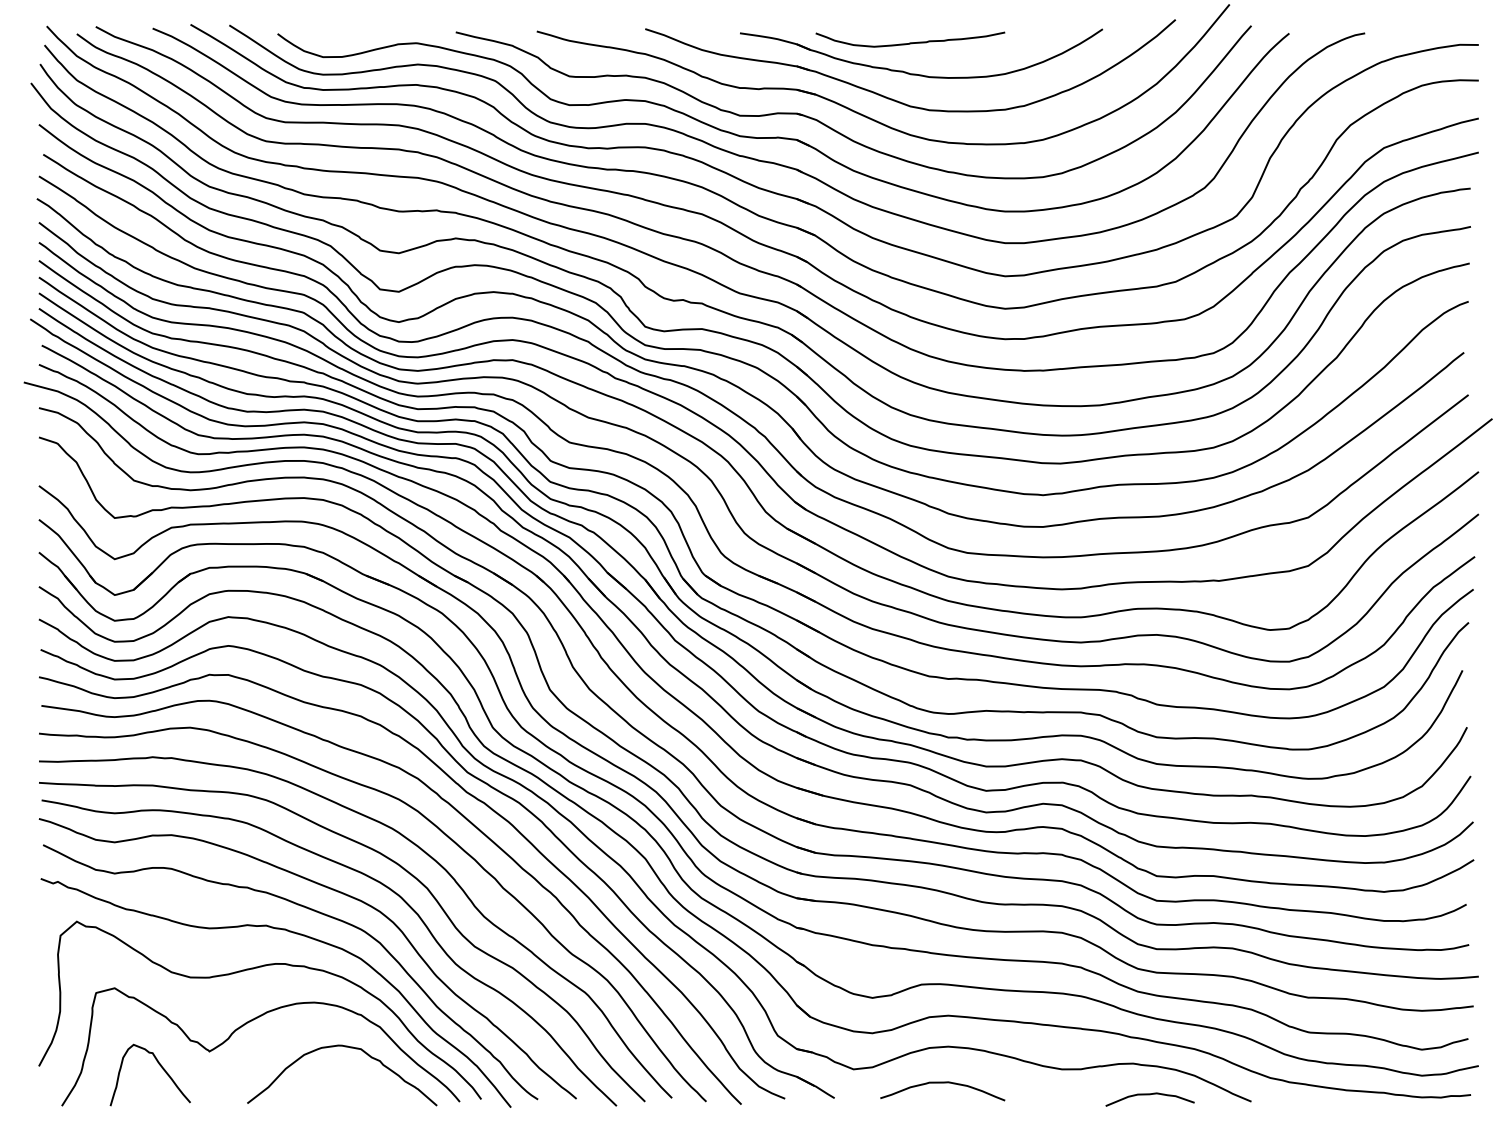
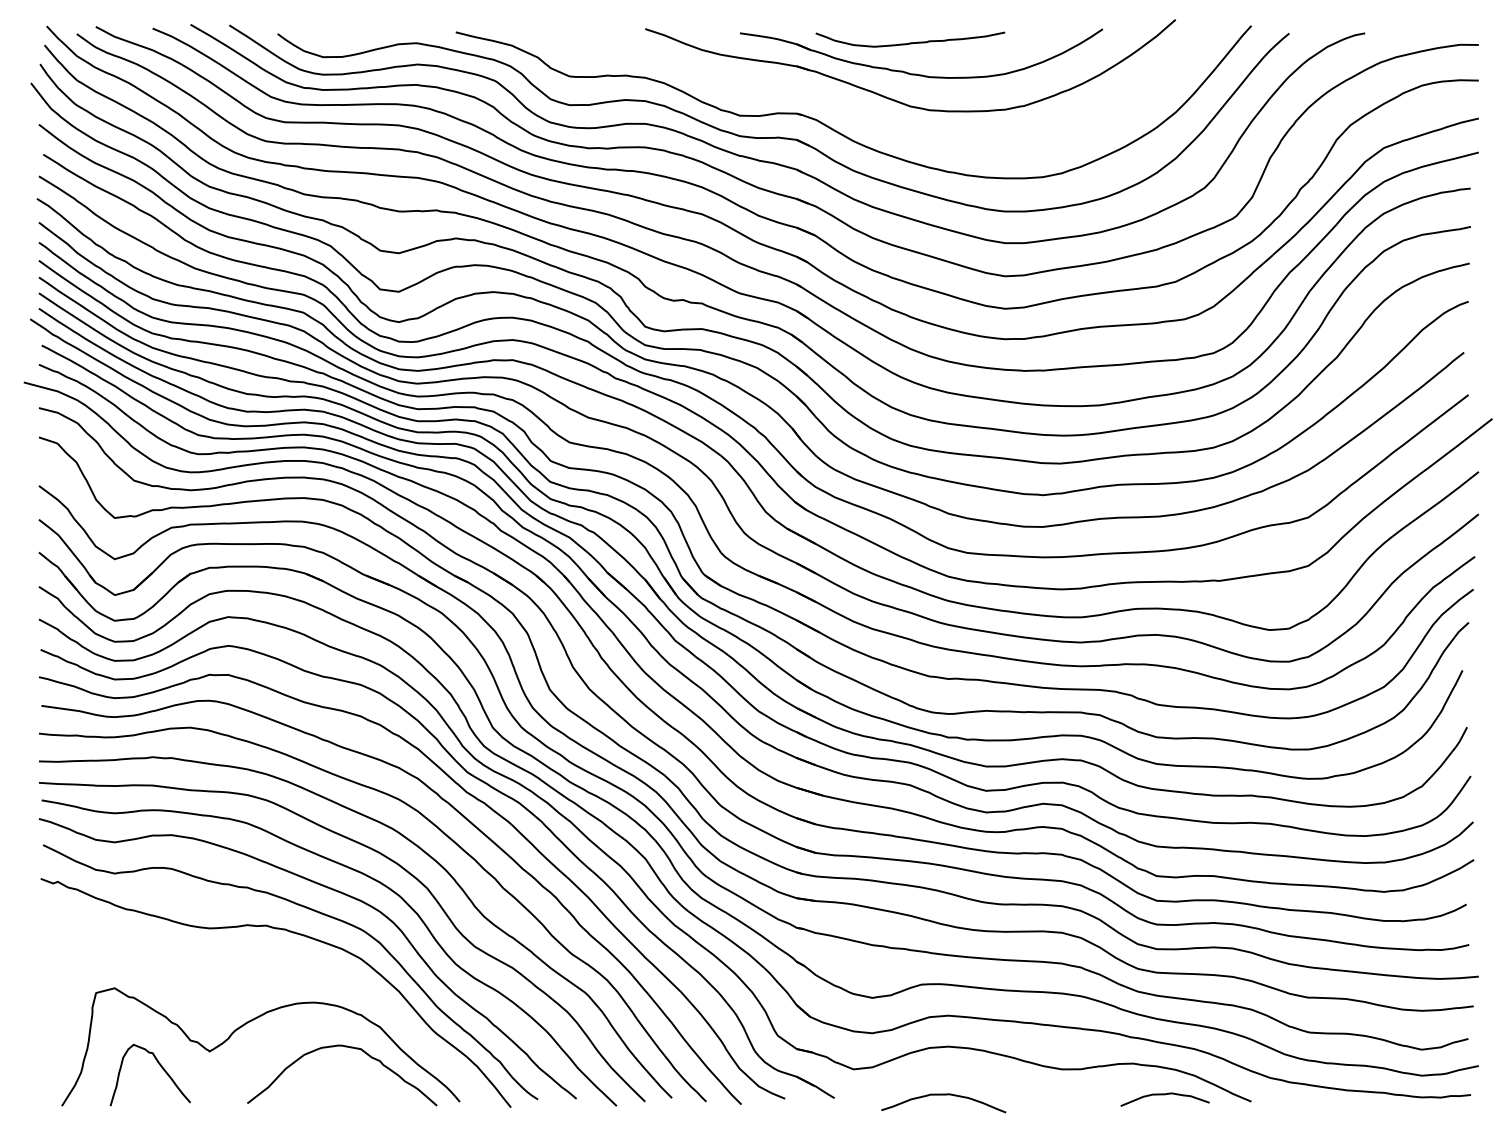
part at (868, 116): present -> none
curve at (253, 969): present -> none
curve at (942, 1083) position: (942, 1083) -> (943, 1095)
curve at (1149, 1095) position: (1149, 1095) -> (1164, 1095)
